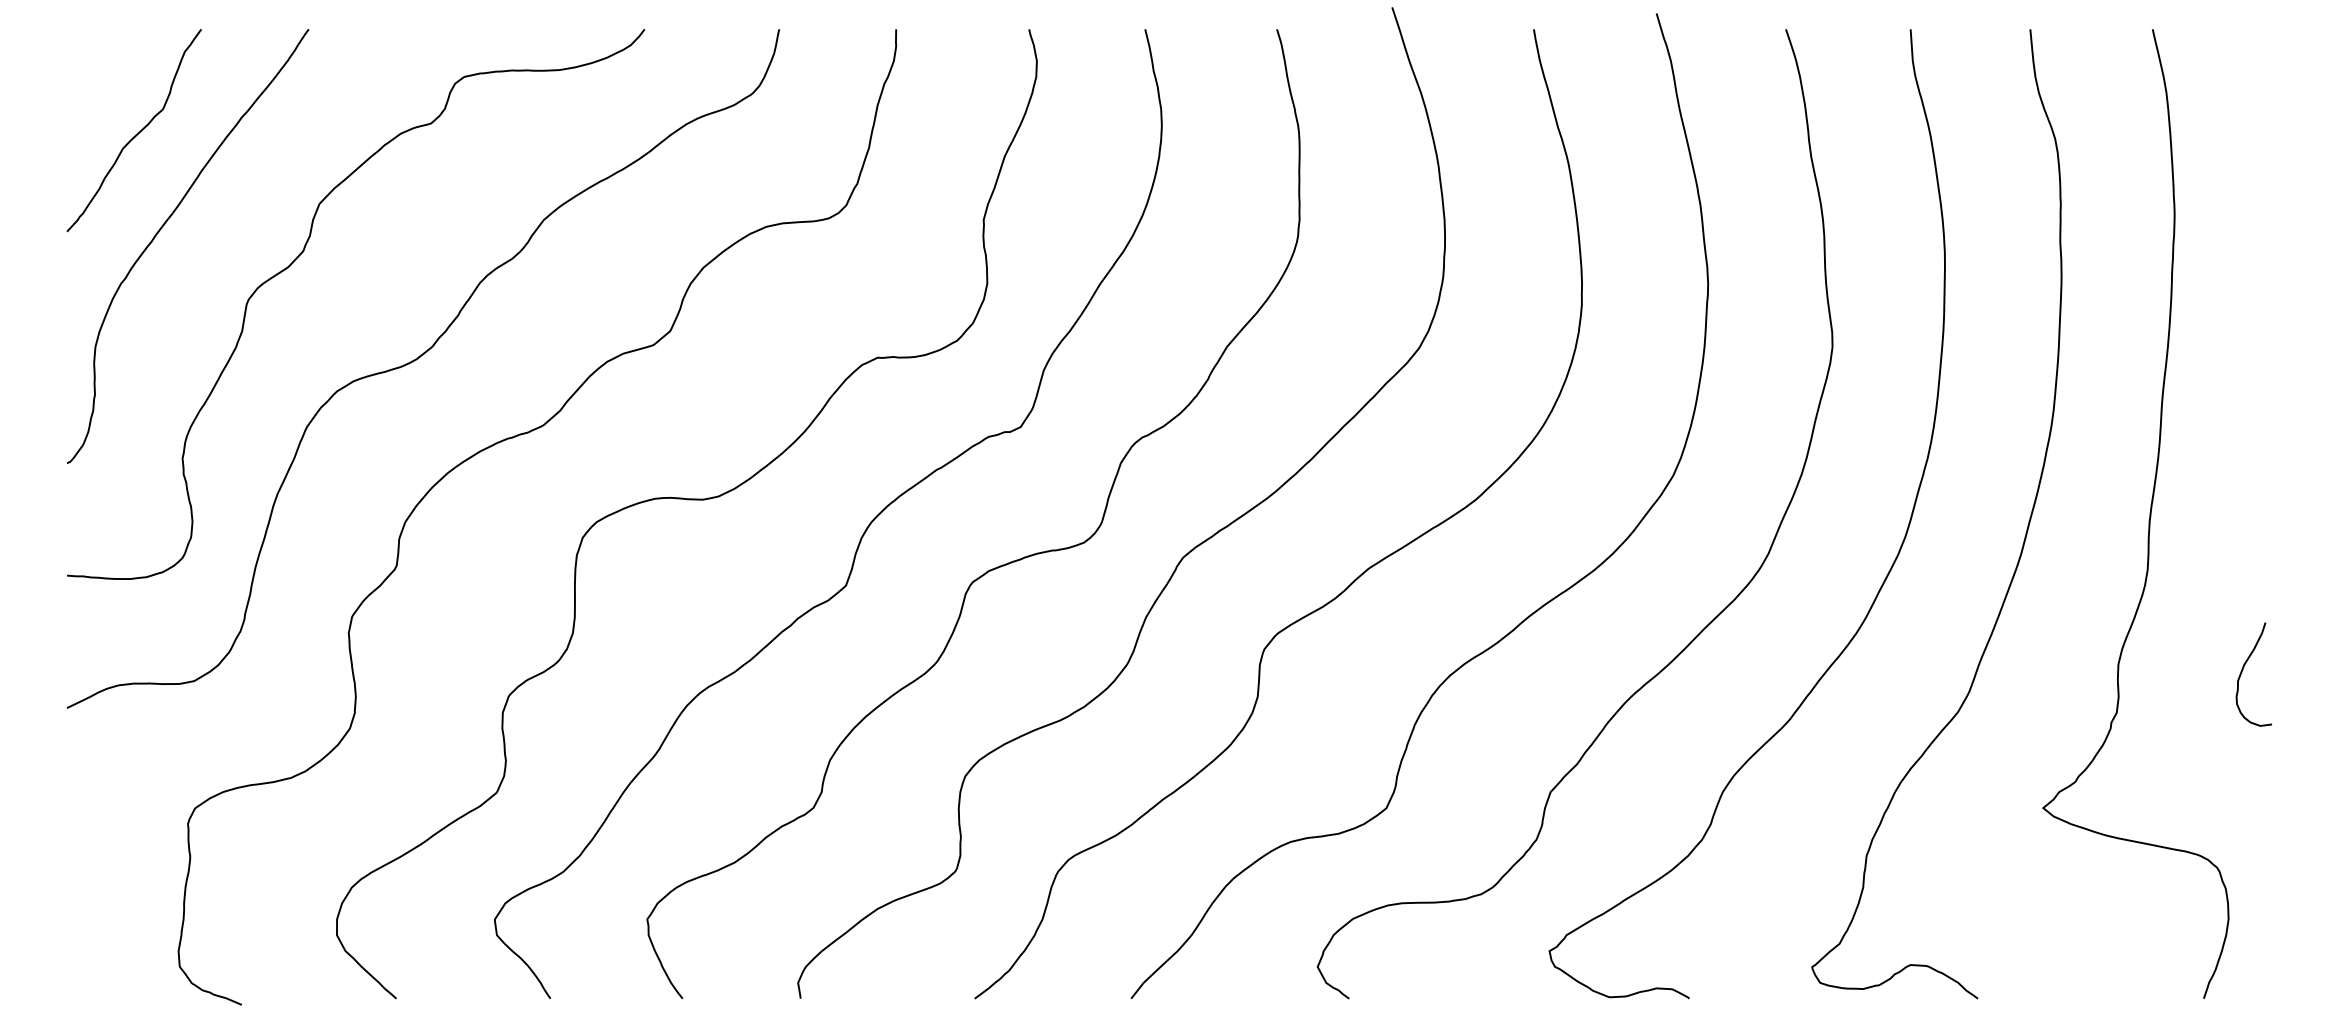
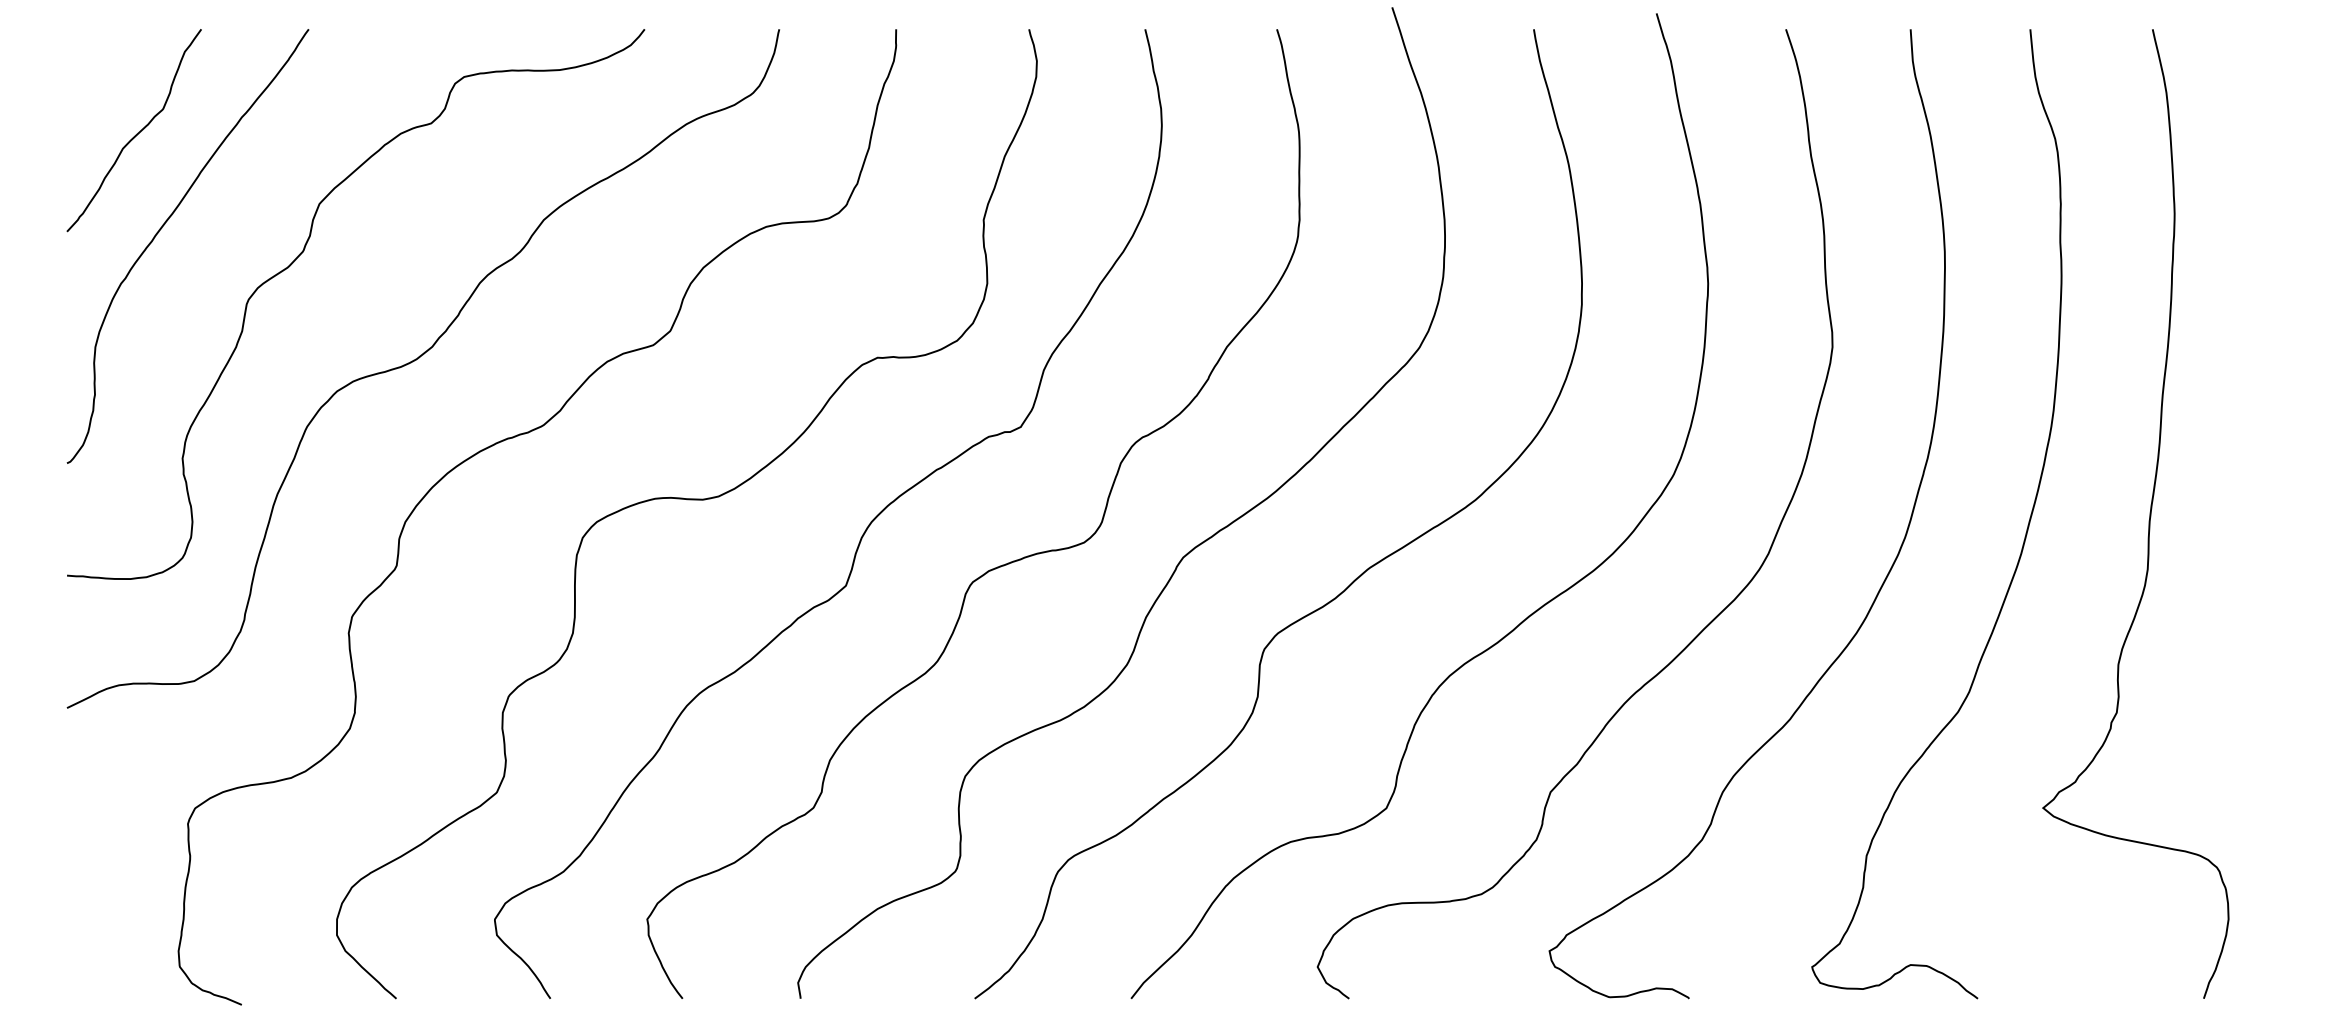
curve at (2243, 670): present -> none
